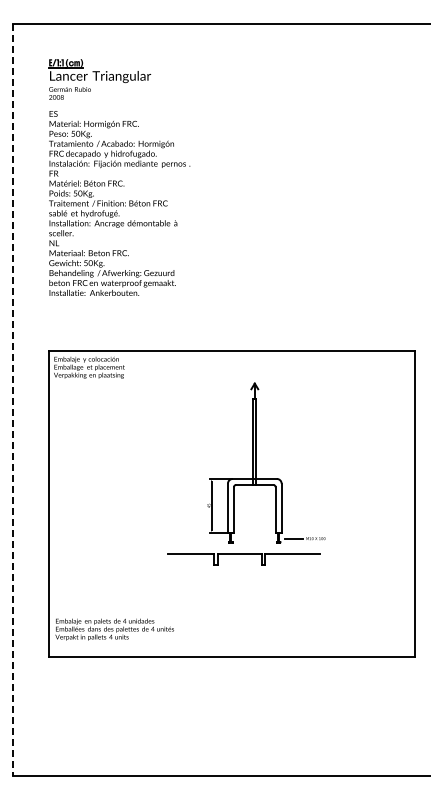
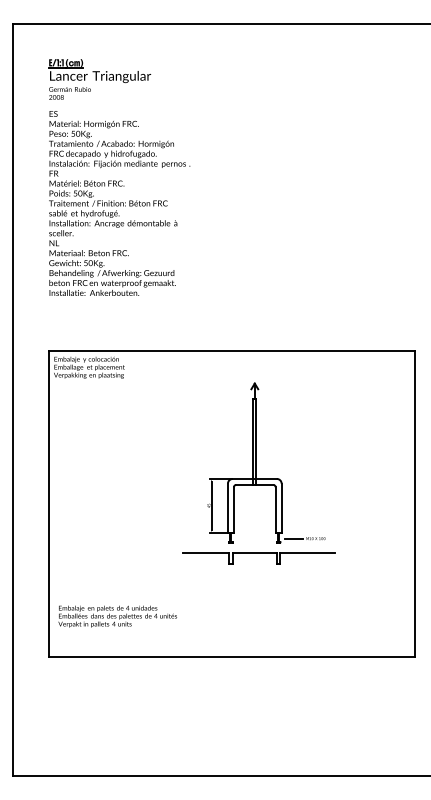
line at (12, 400): dashed -> solid
part at (243, 559) position: (243, 559) -> (258, 558)
text at (114, 629) position: (114, 629) -> (117, 616)
